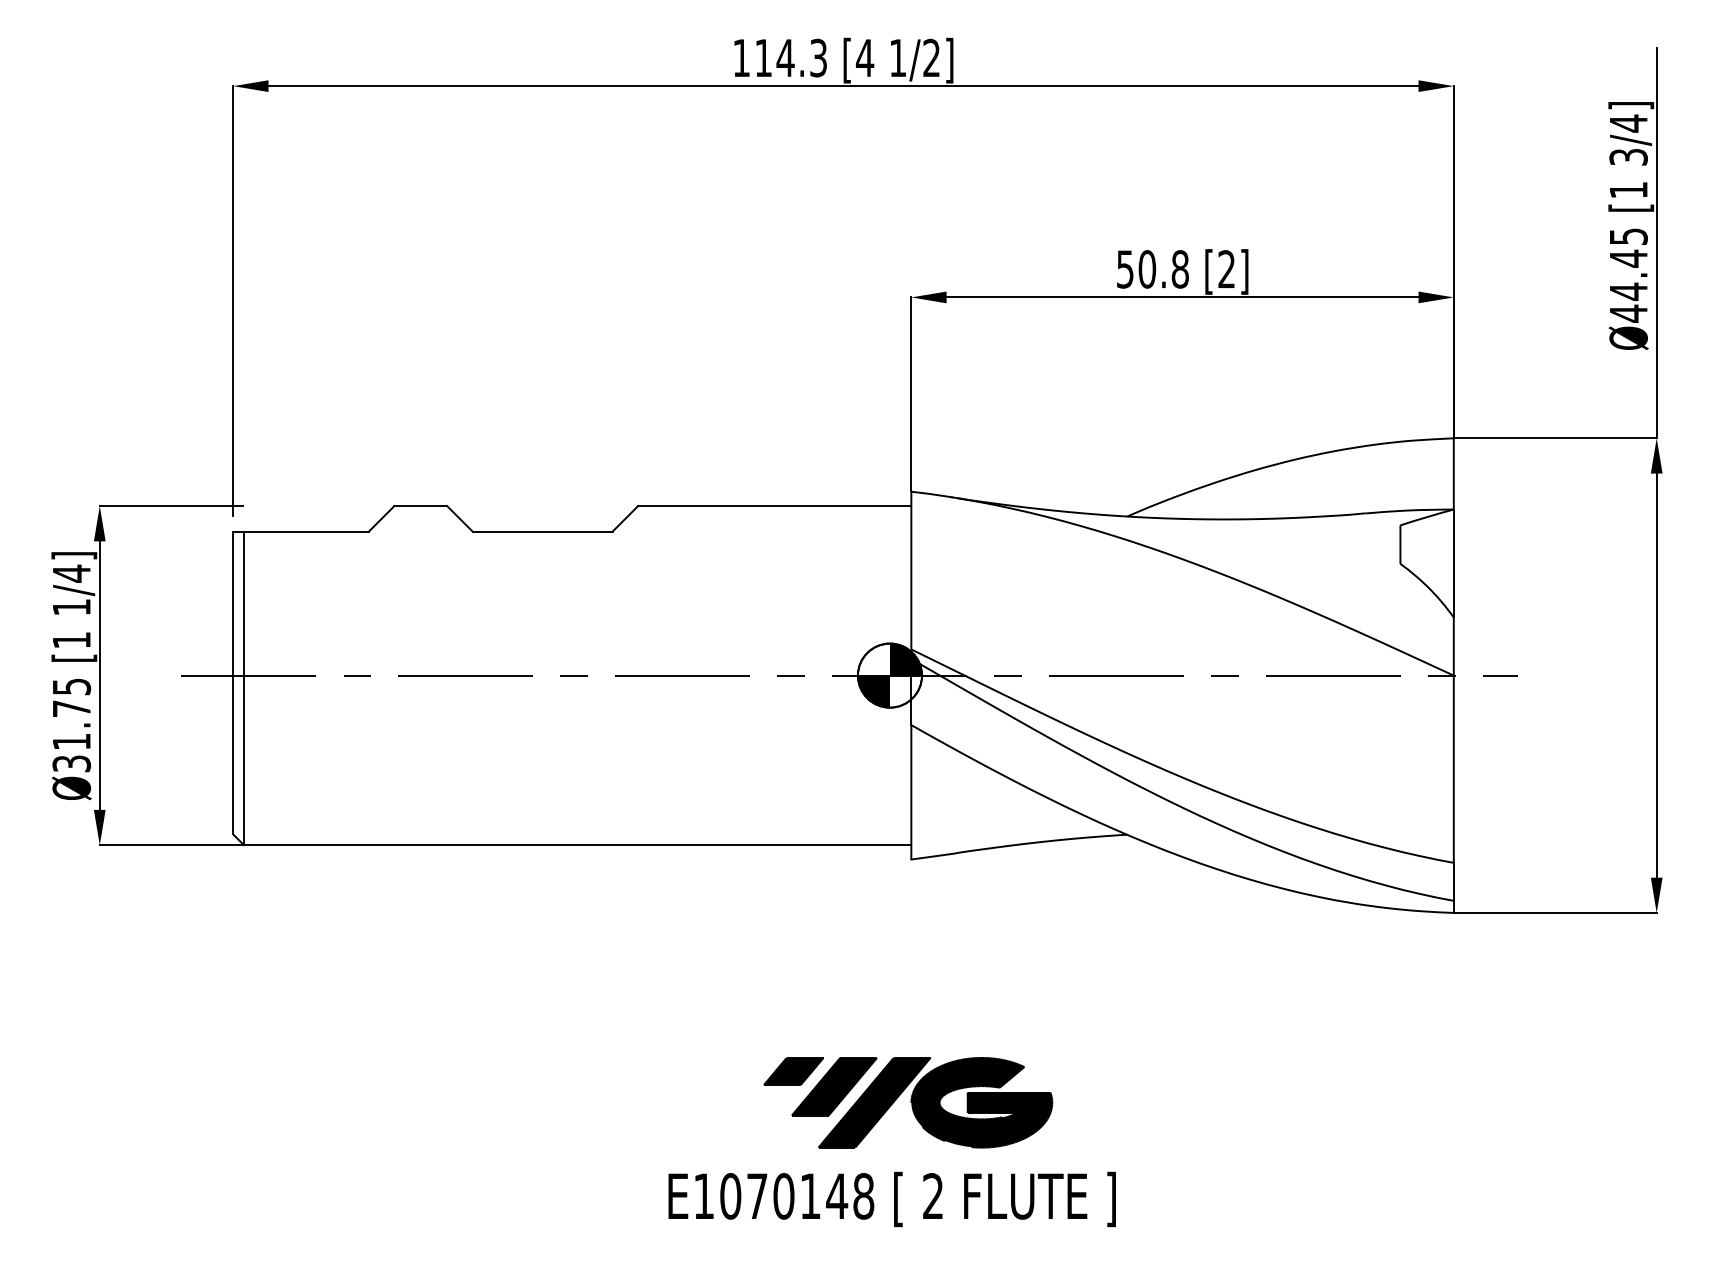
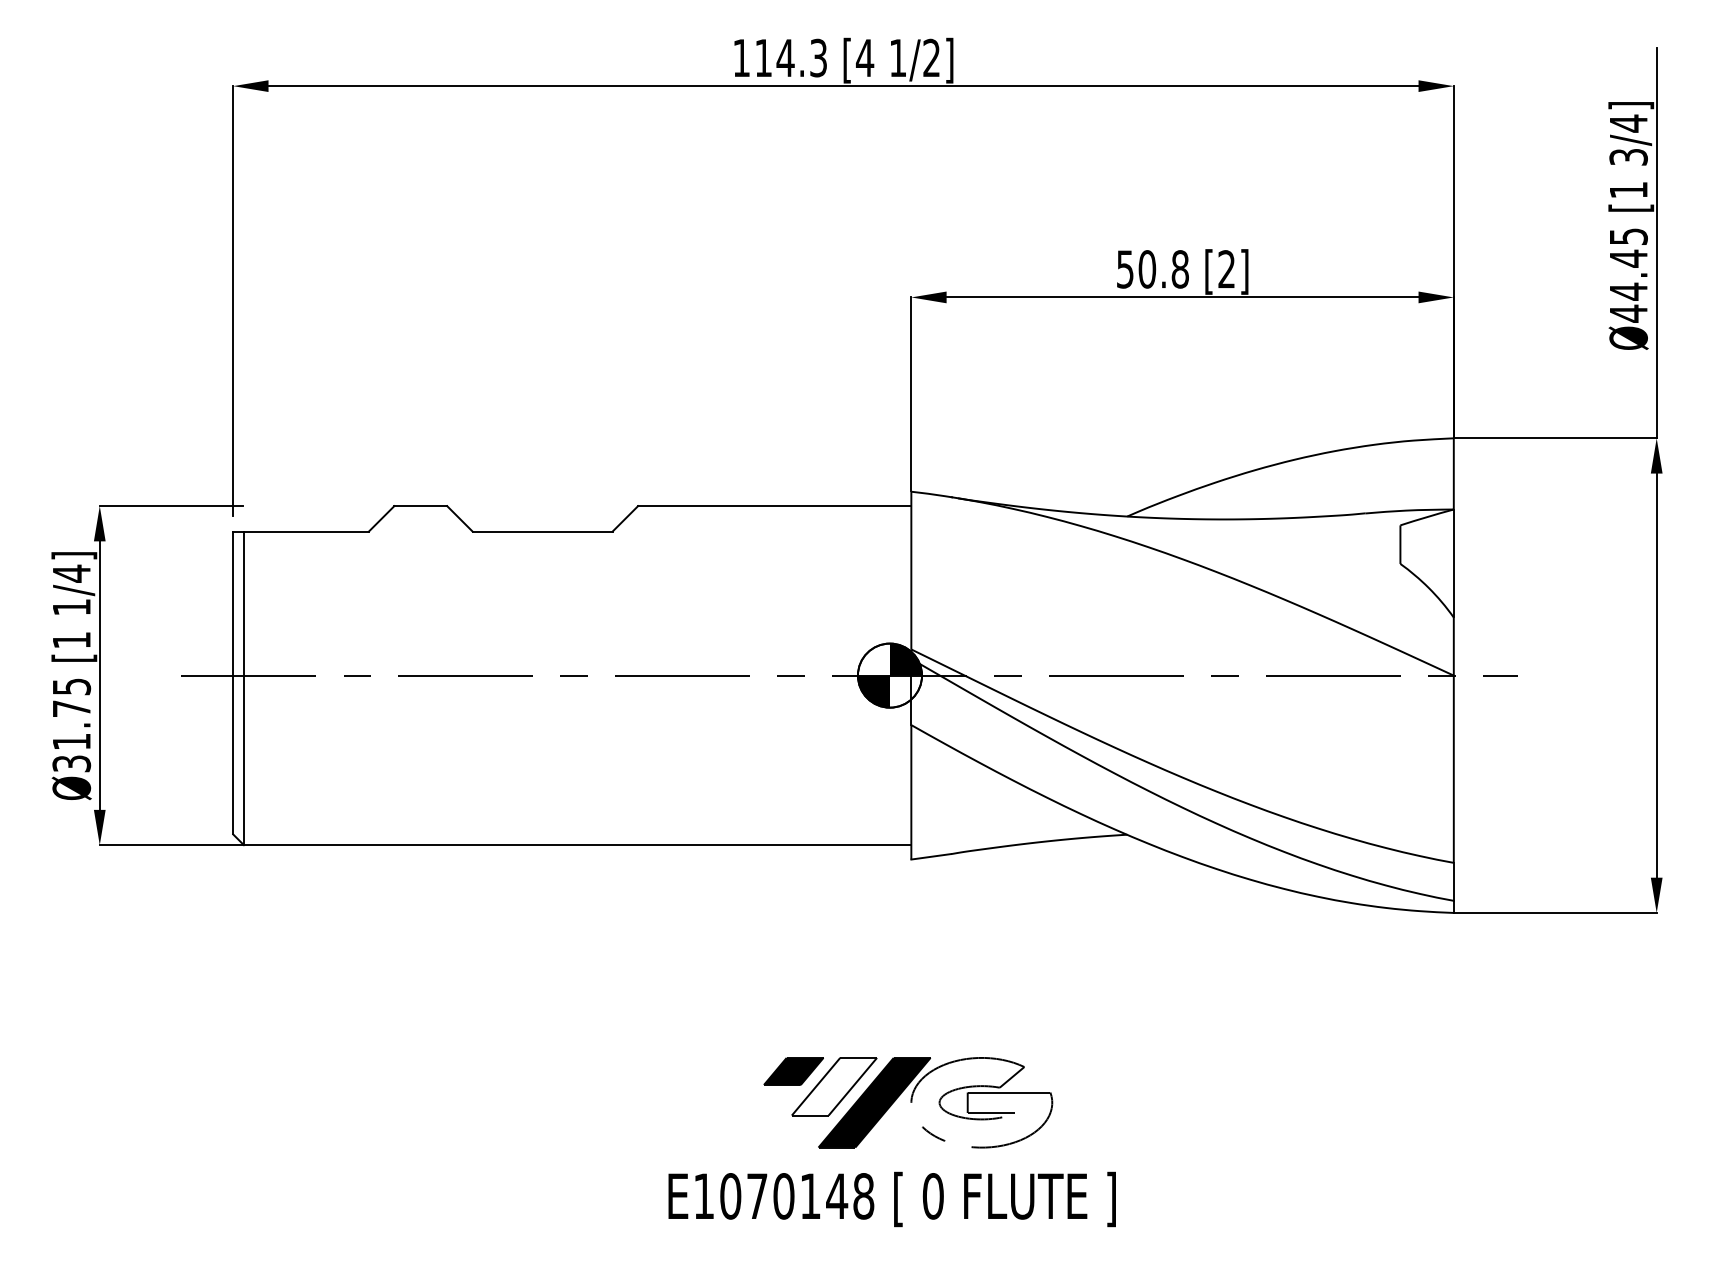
fill at (834, 1086): present -> none
fill at (981, 1102): present -> none
text at (932, 1196): 2 -> 0
